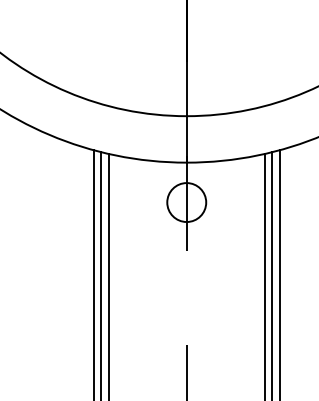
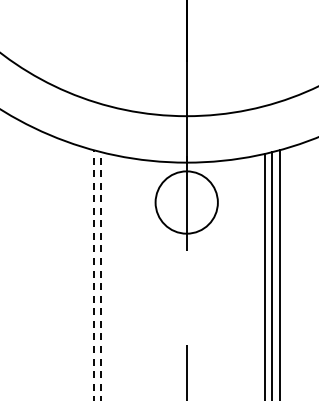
circle at (186, 202) diameter: 39 px -> 62 px
line at (94, 275): solid -> dashed
line at (108, 275): present -> none
line at (101, 276): solid -> dashed
